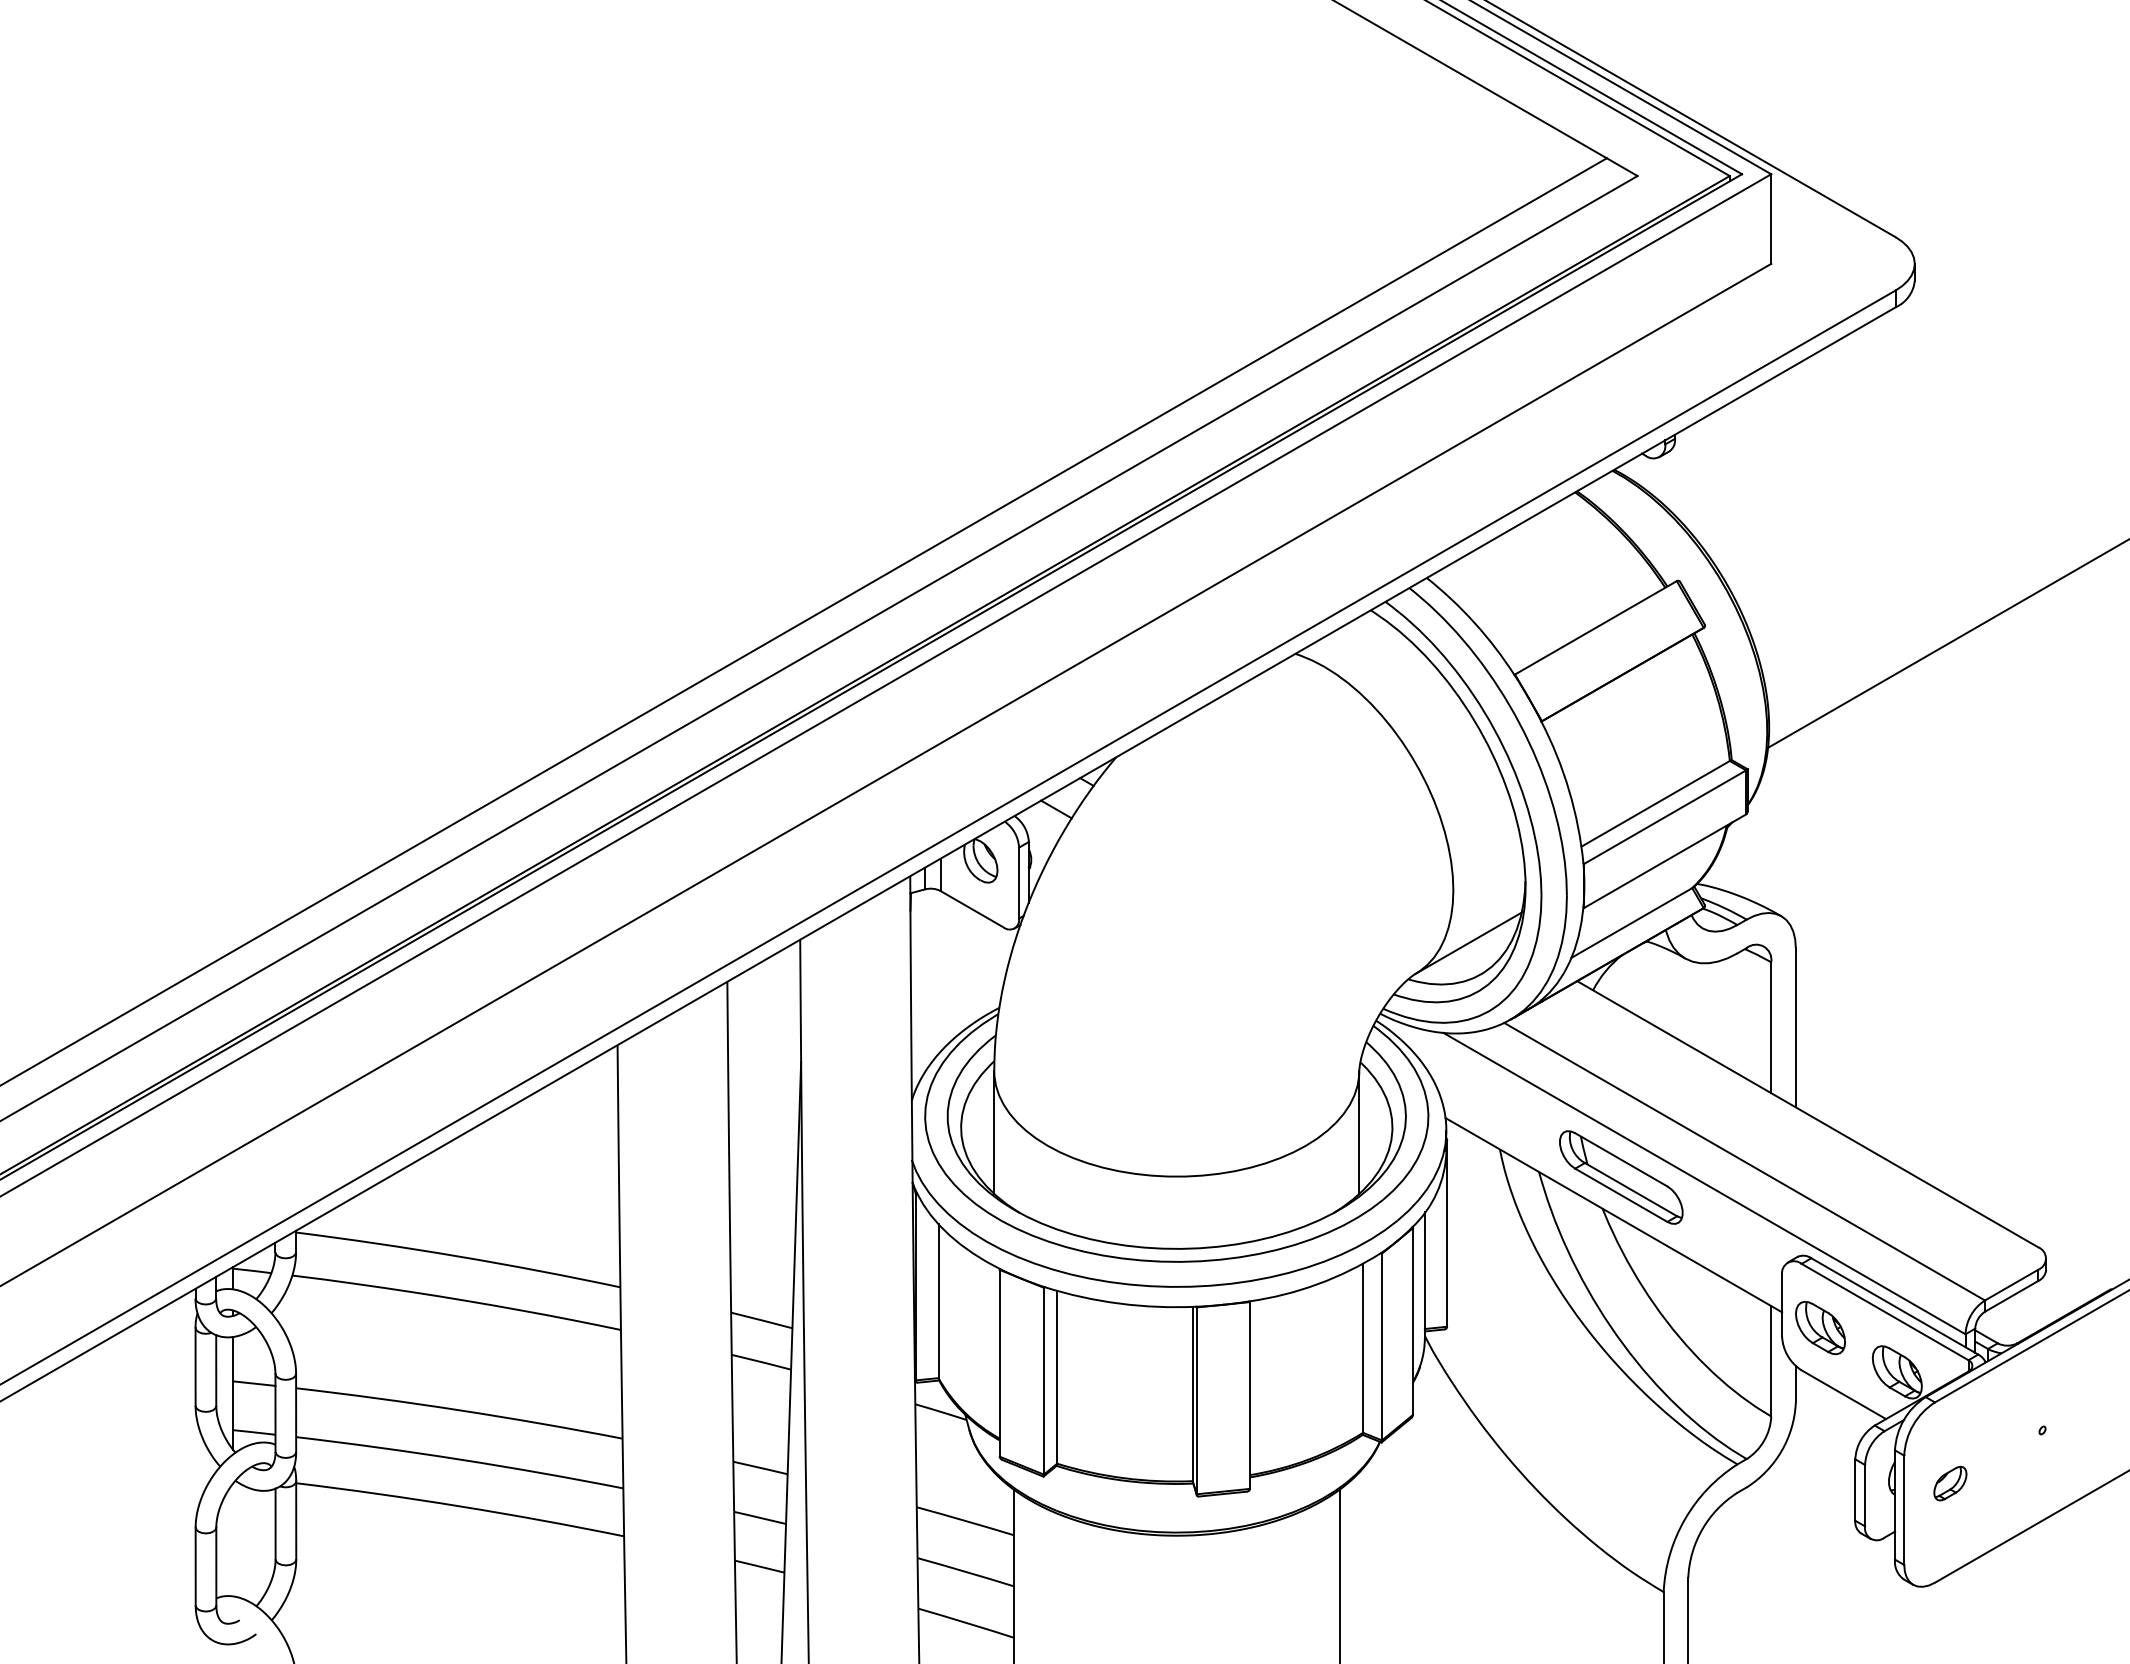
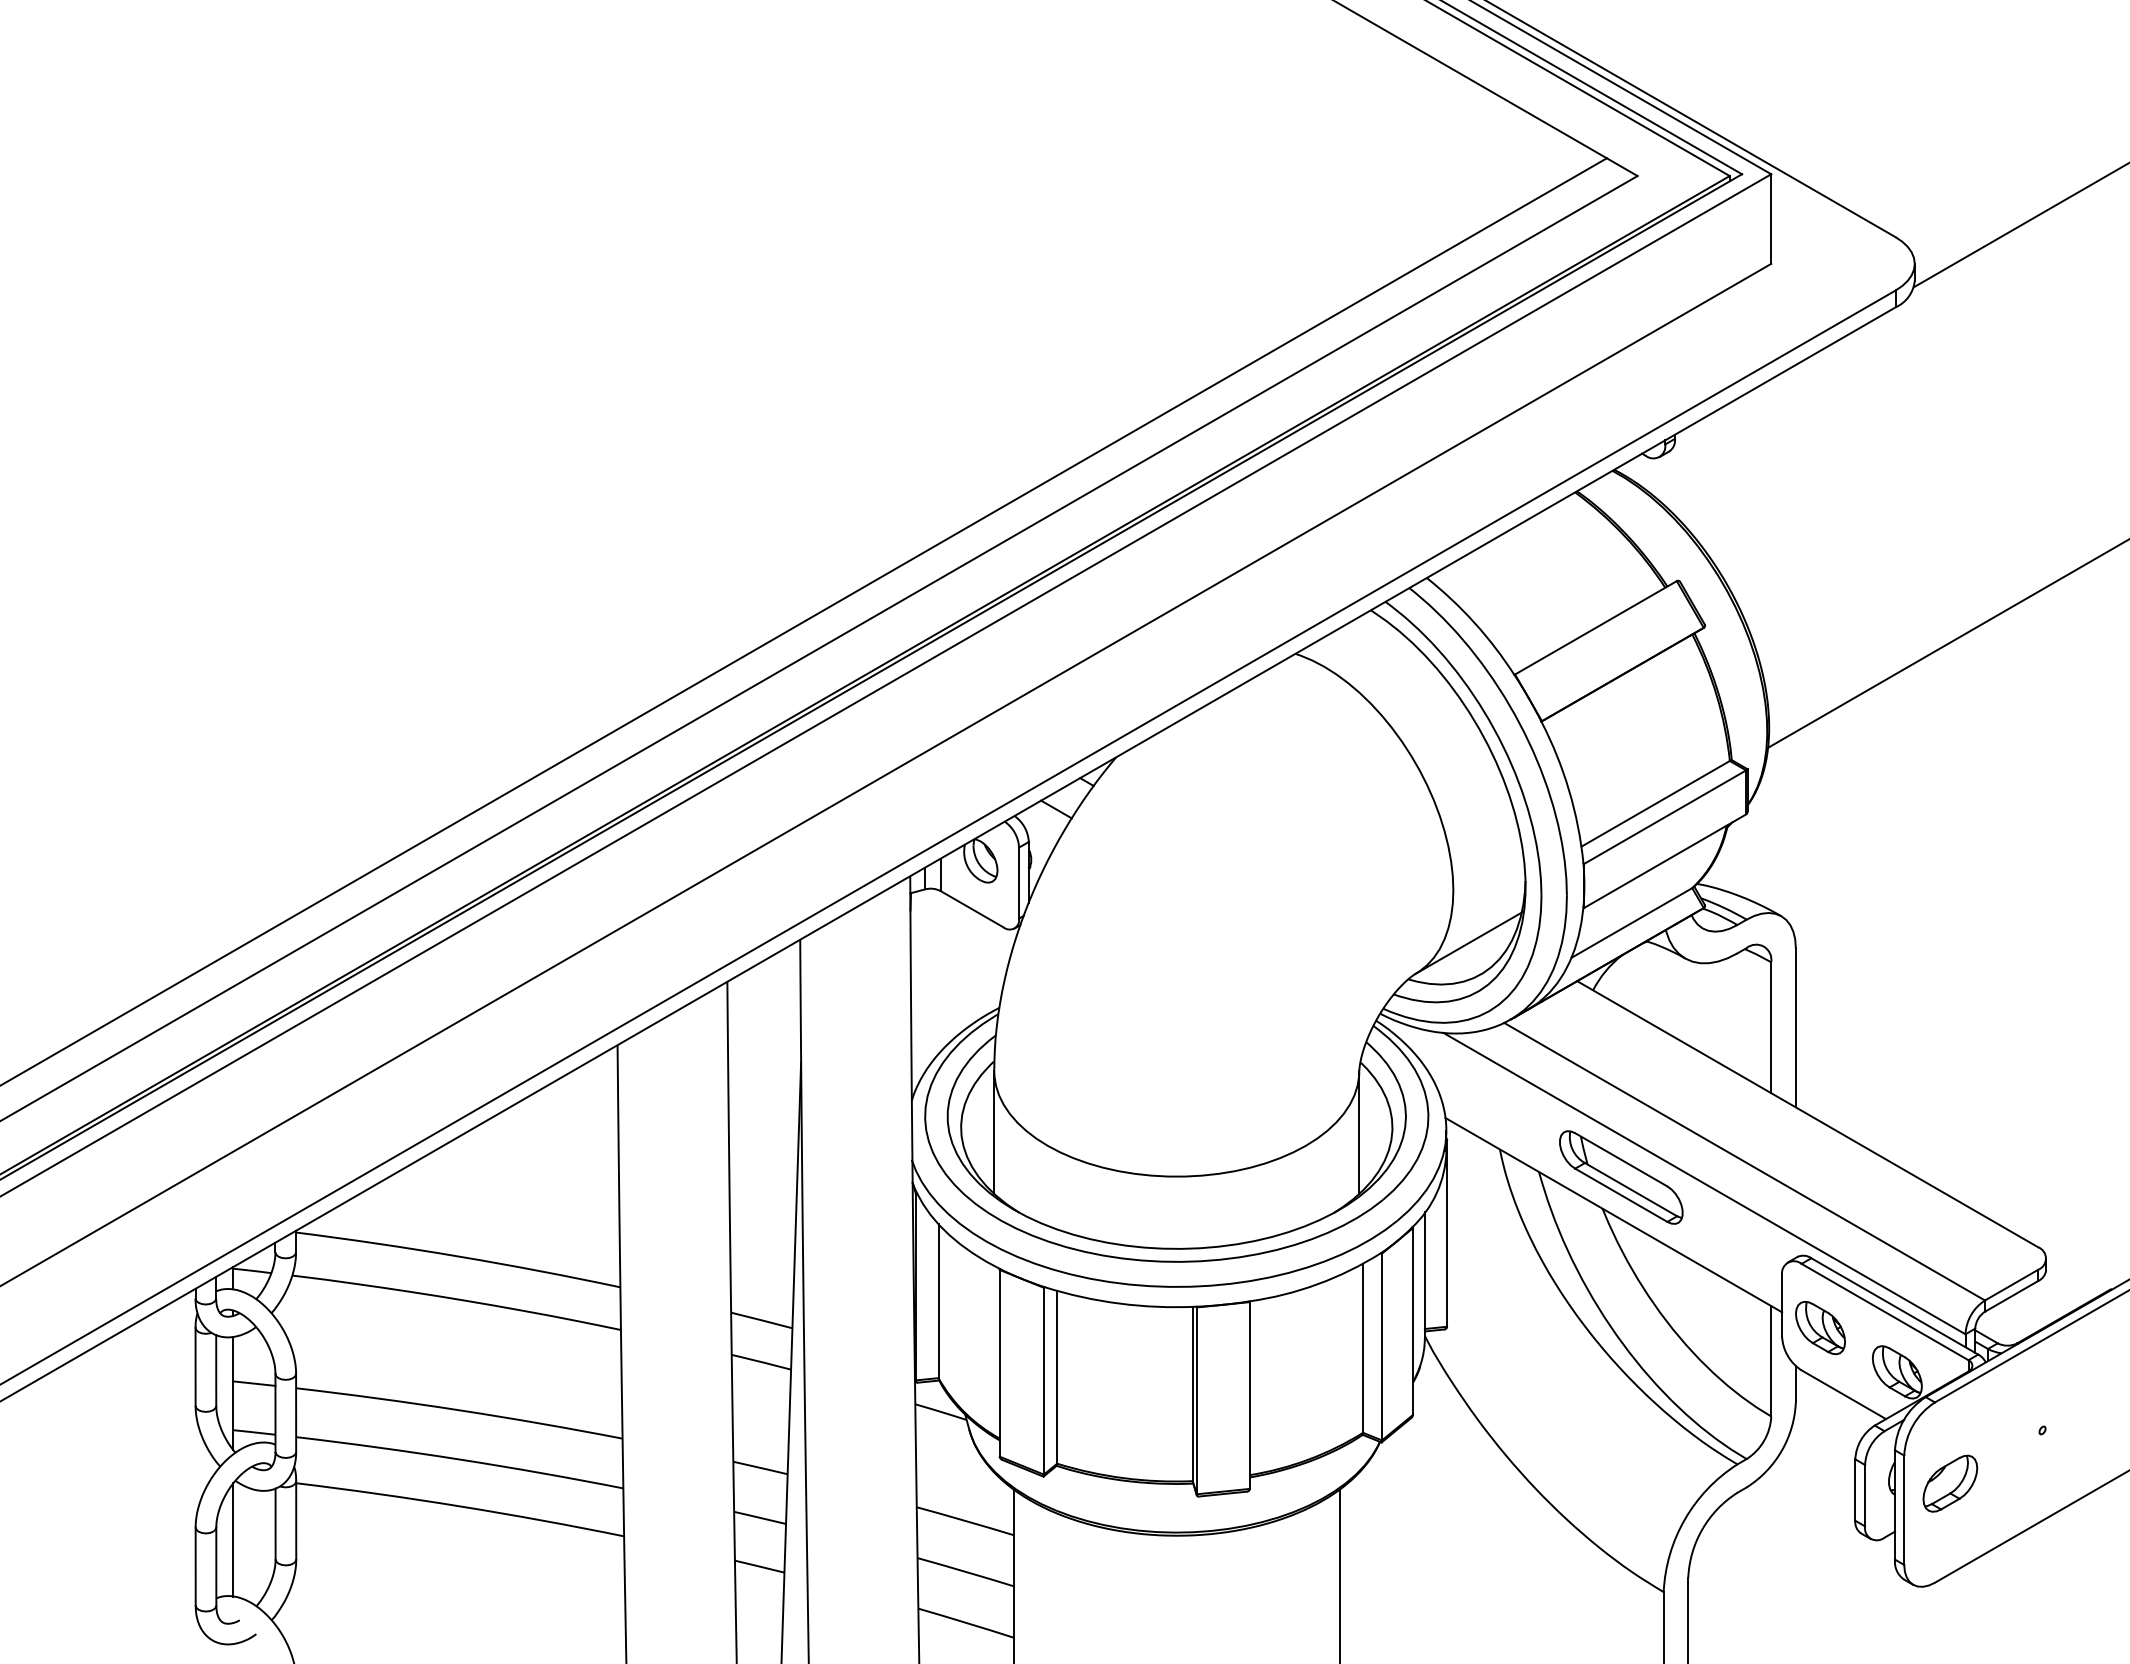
line at (2019, 225): none -> present
part at (1950, 1483) size: 35x37 px -> 57x59 px
line at (233, 1539): none -> present
